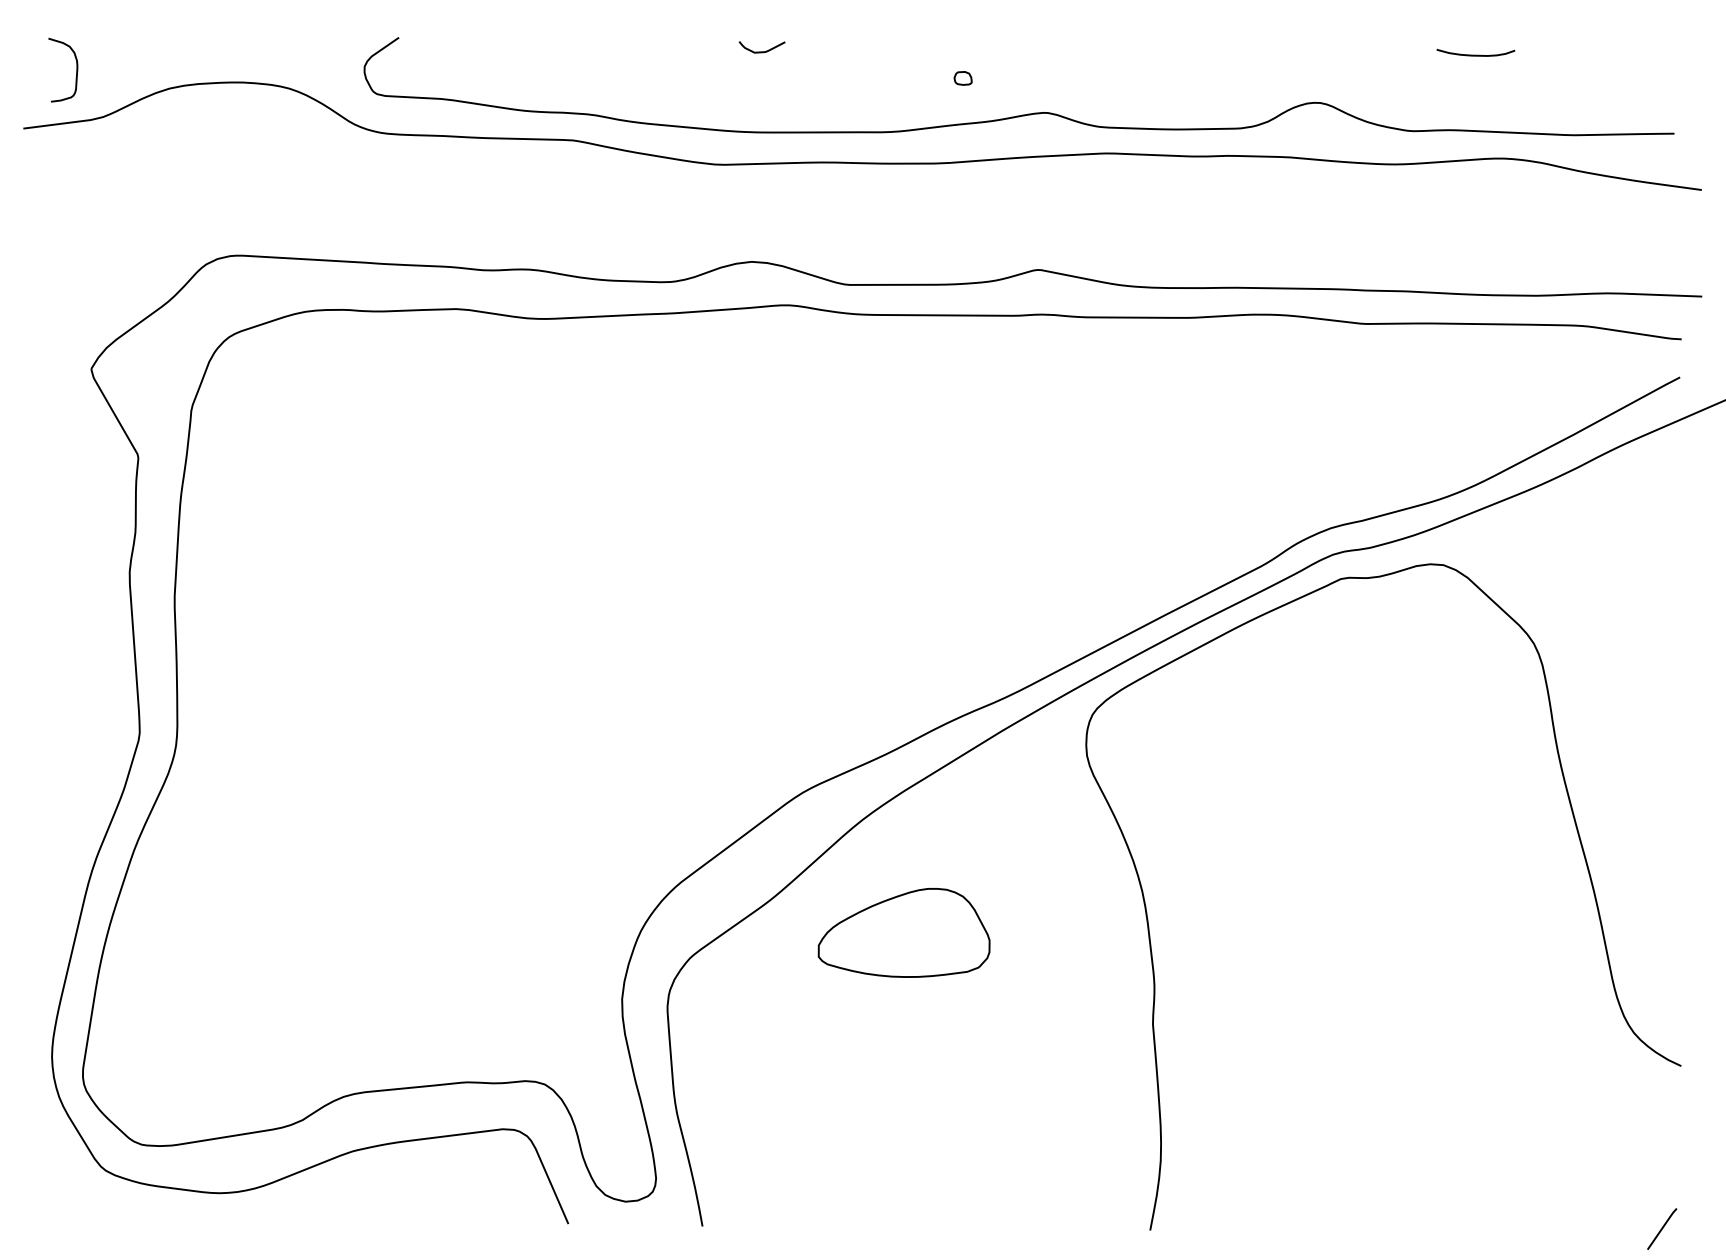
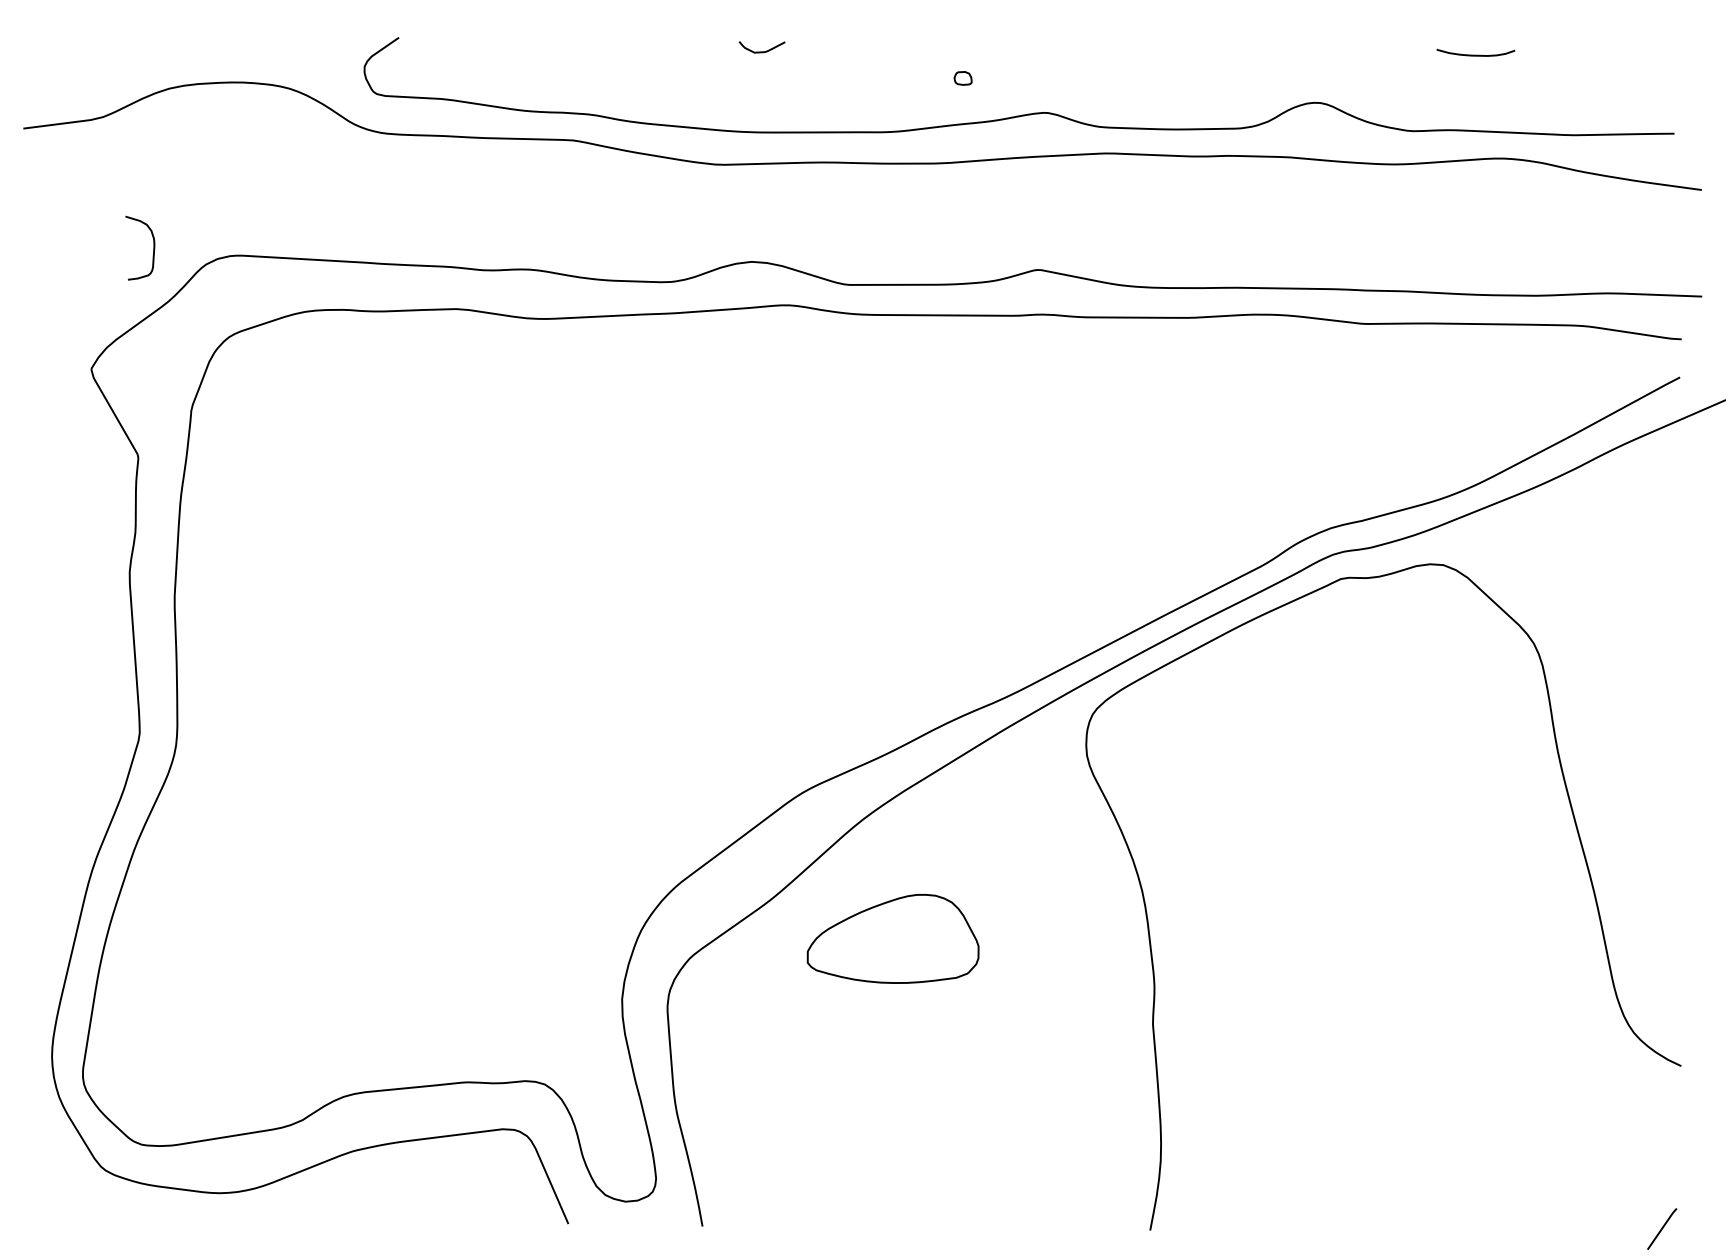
curve at (76, 69) position: (76, 69) -> (153, 247)
part at (903, 932) position: (903, 932) -> (892, 938)
